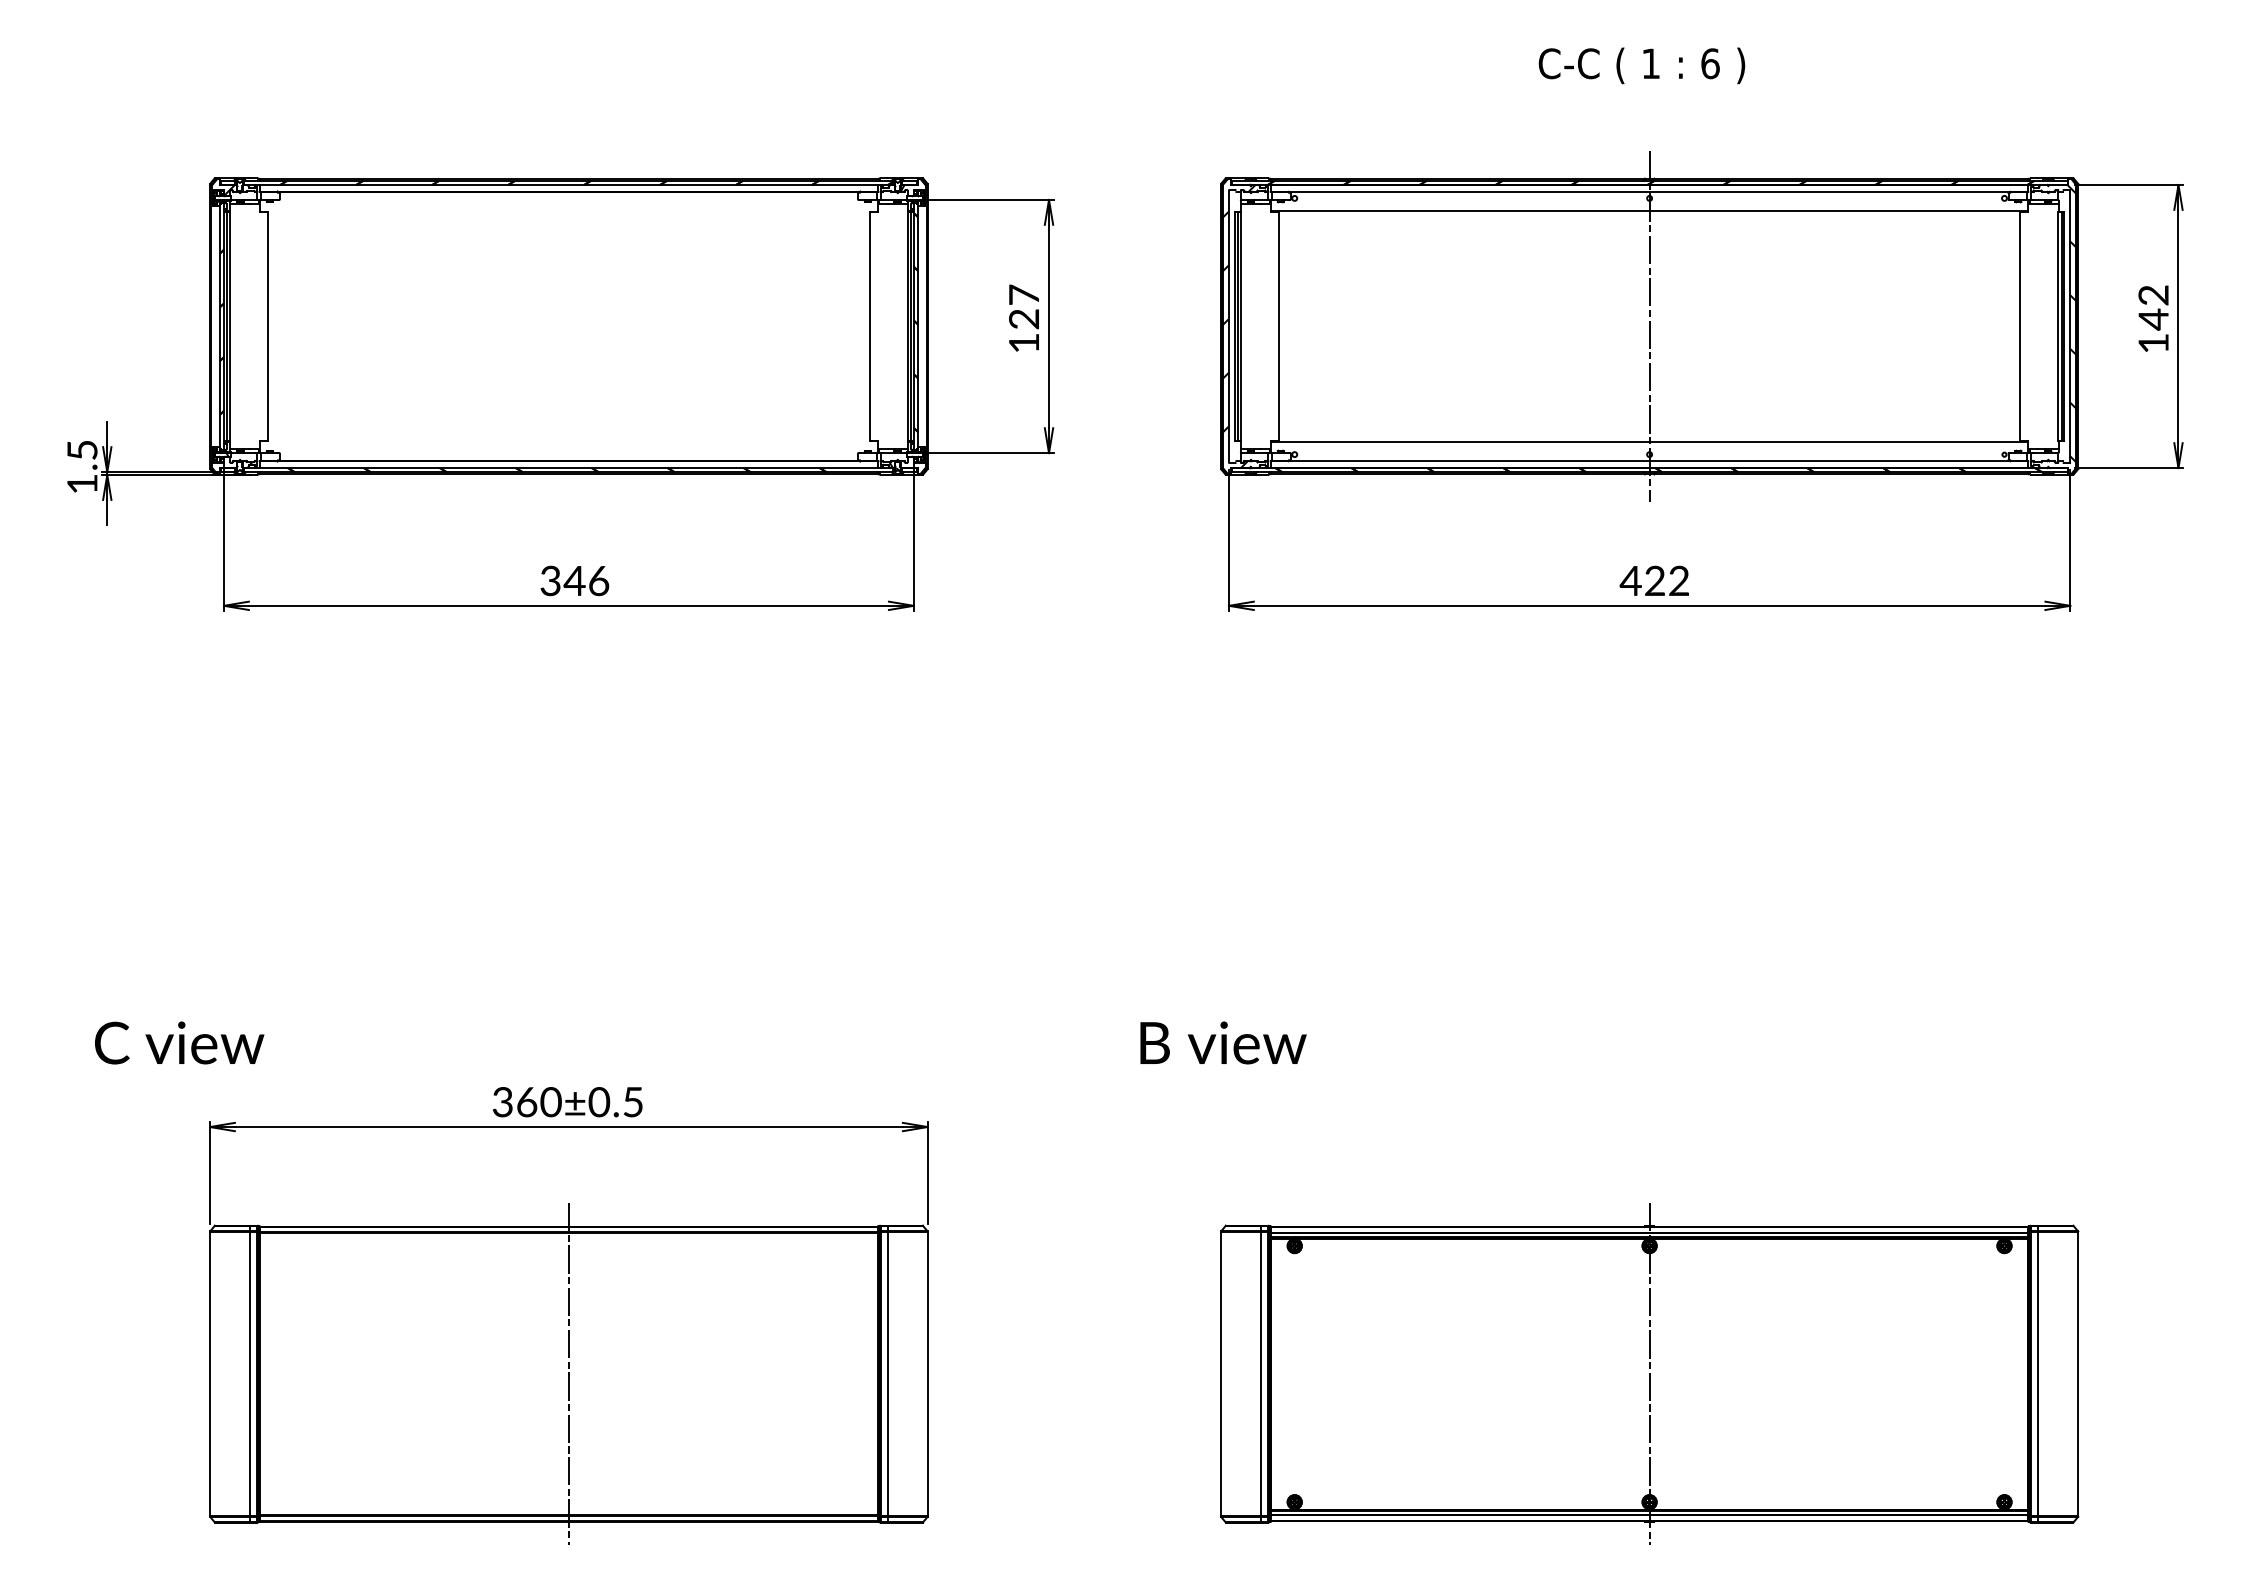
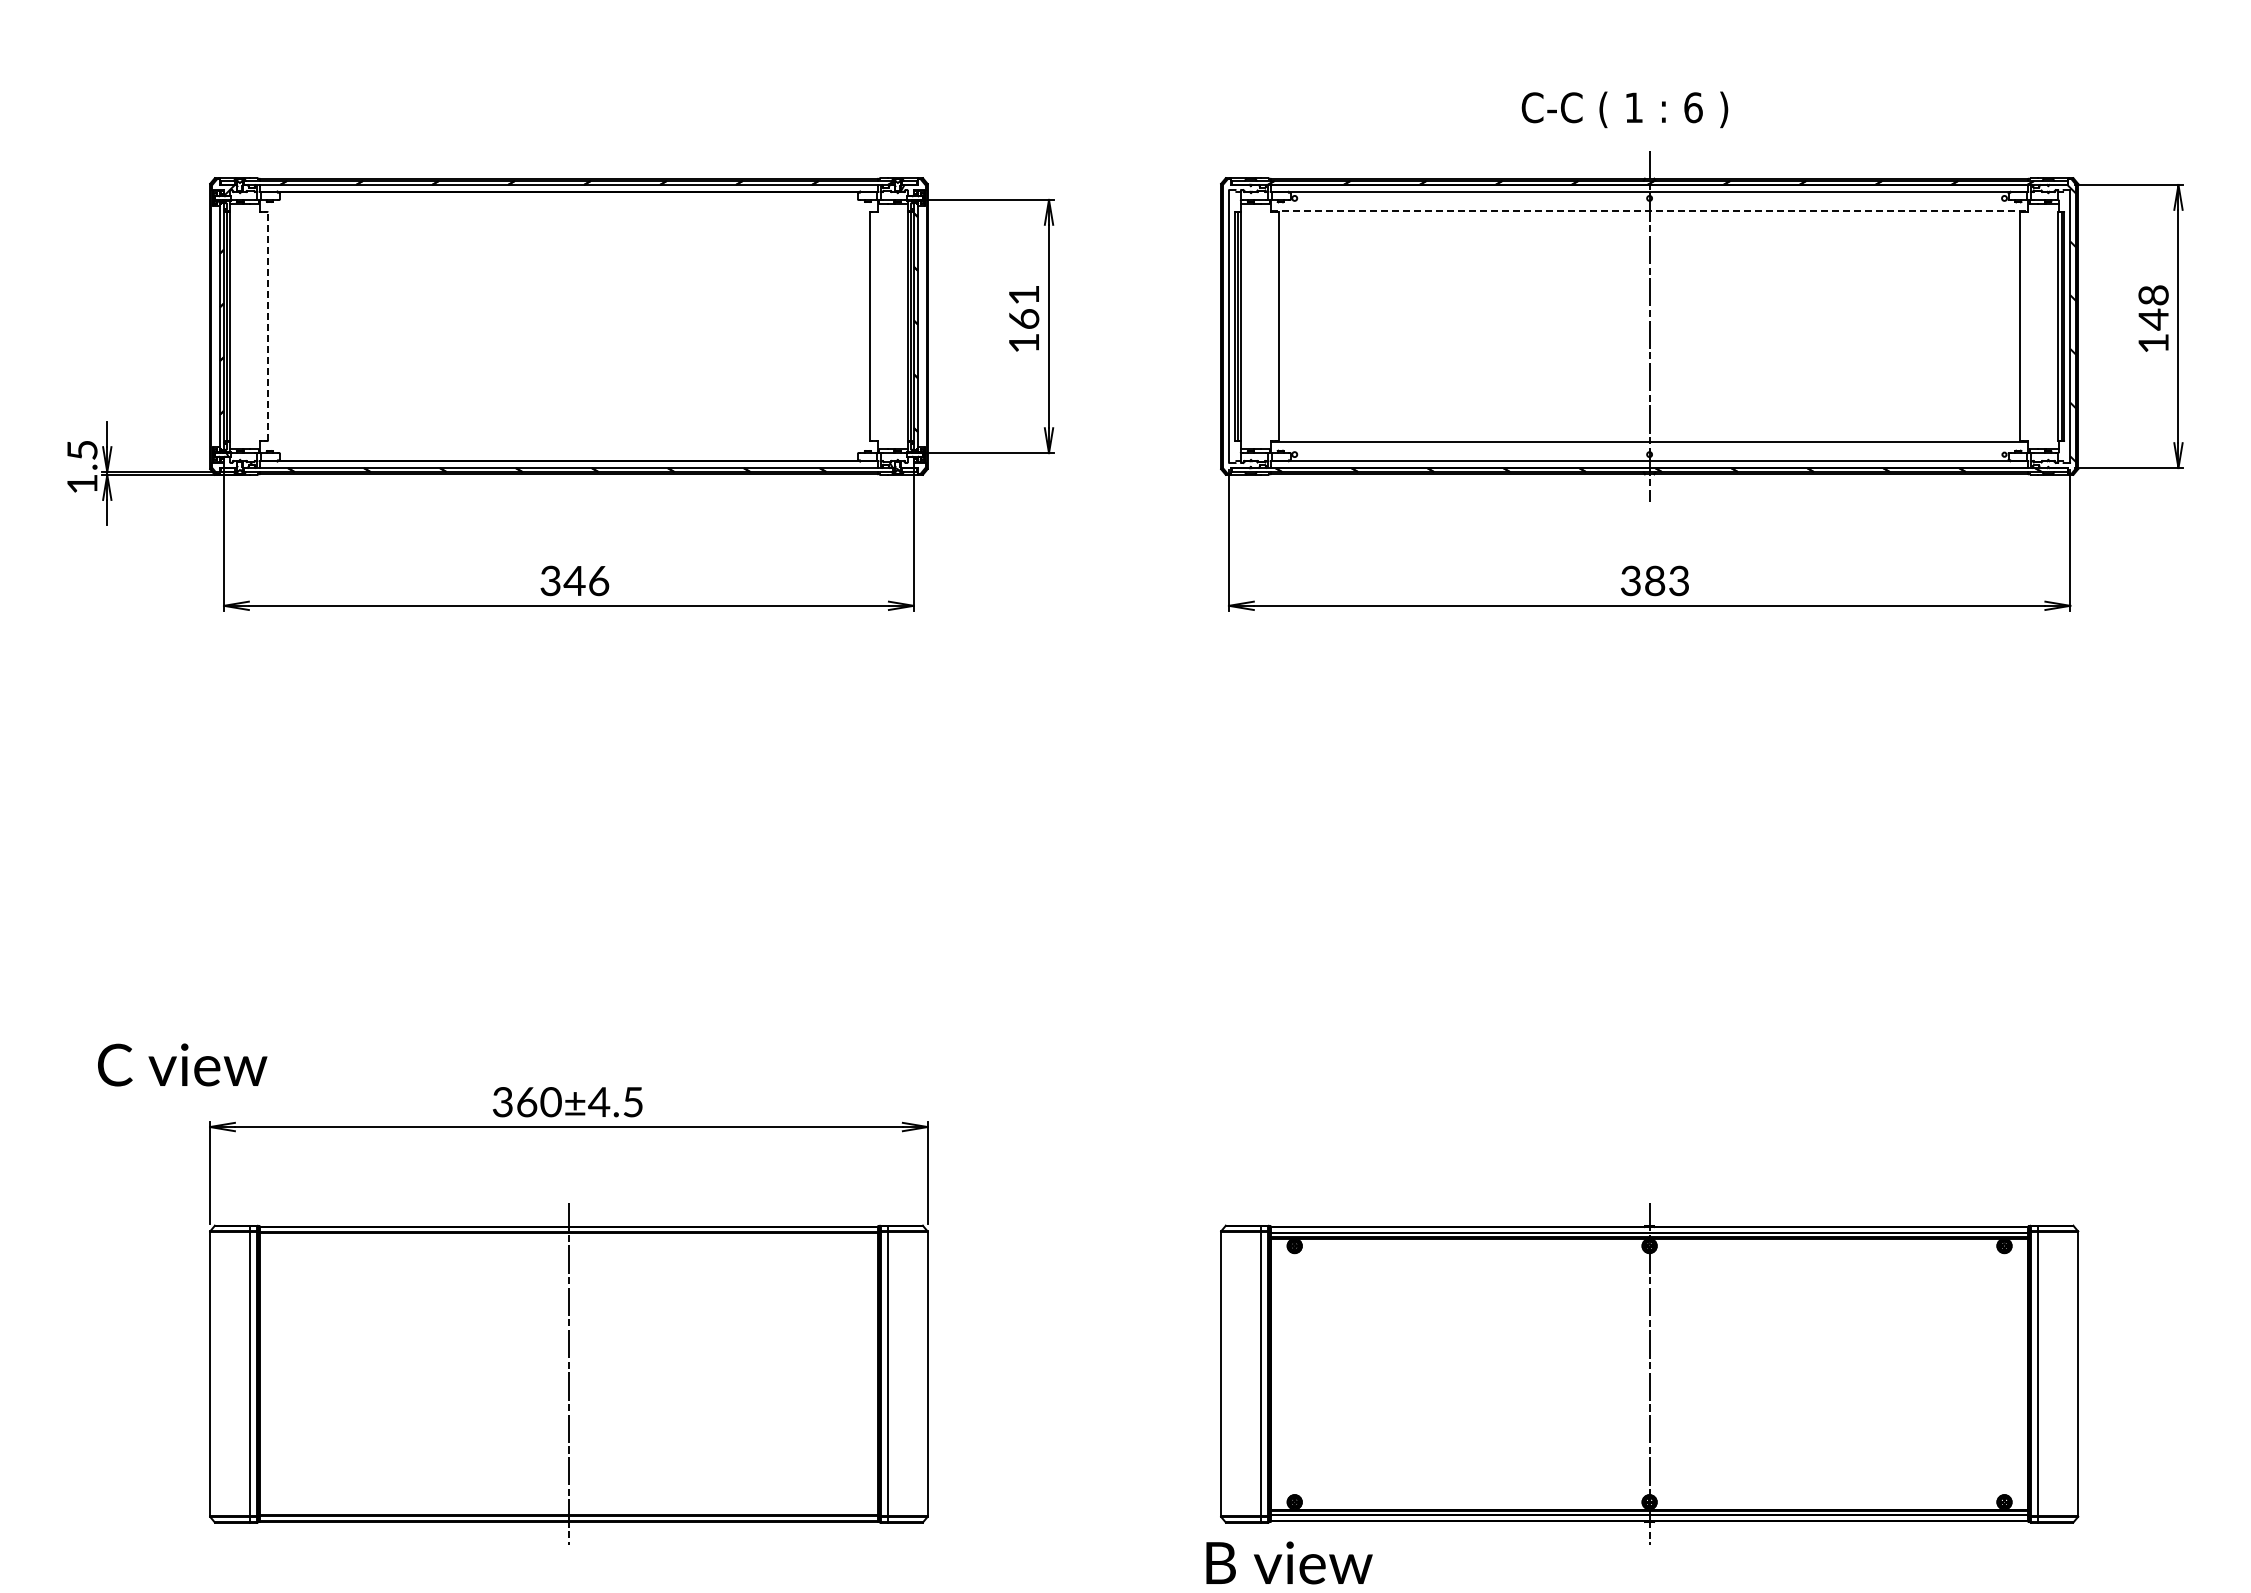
text at (1641, 65) position: (1641, 65) -> (1624, 109)
line at (1649, 211): solid -> dashed
text at (2153, 295): 142 -> 148
text at (1024, 306): 127 -> 161
line at (267, 326): solid -> dashed
hatch at (1238, 326): present -> none
text at (1653, 580): 422 -> 383
text at (179, 1042) position: (179, 1042) -> (182, 1064)
text at (1223, 1042) position: (1223, 1042) -> (1289, 1562)
text at (599, 1102): 360±0.5 -> 360±4.5
